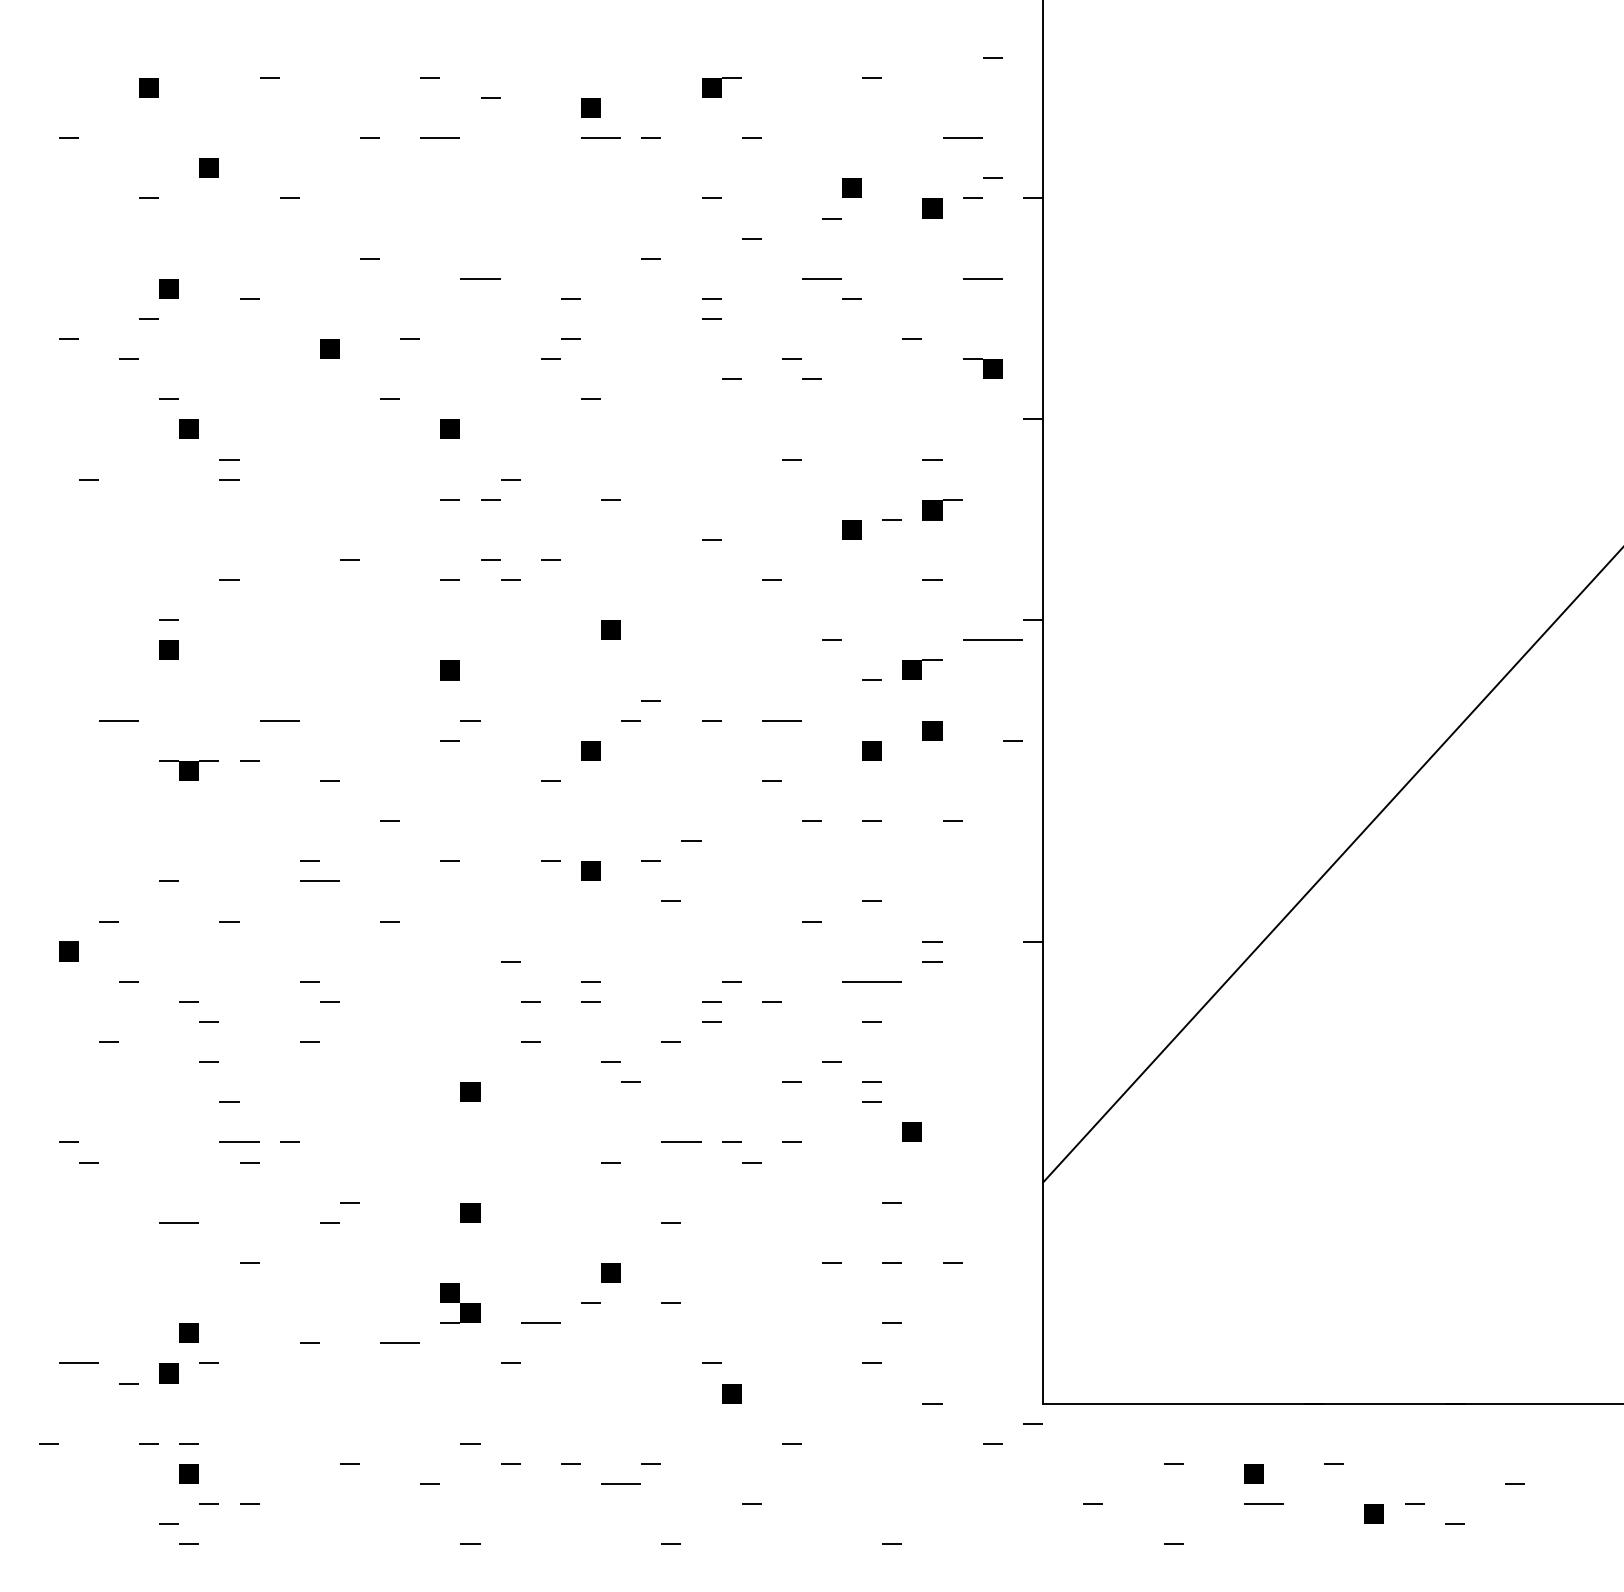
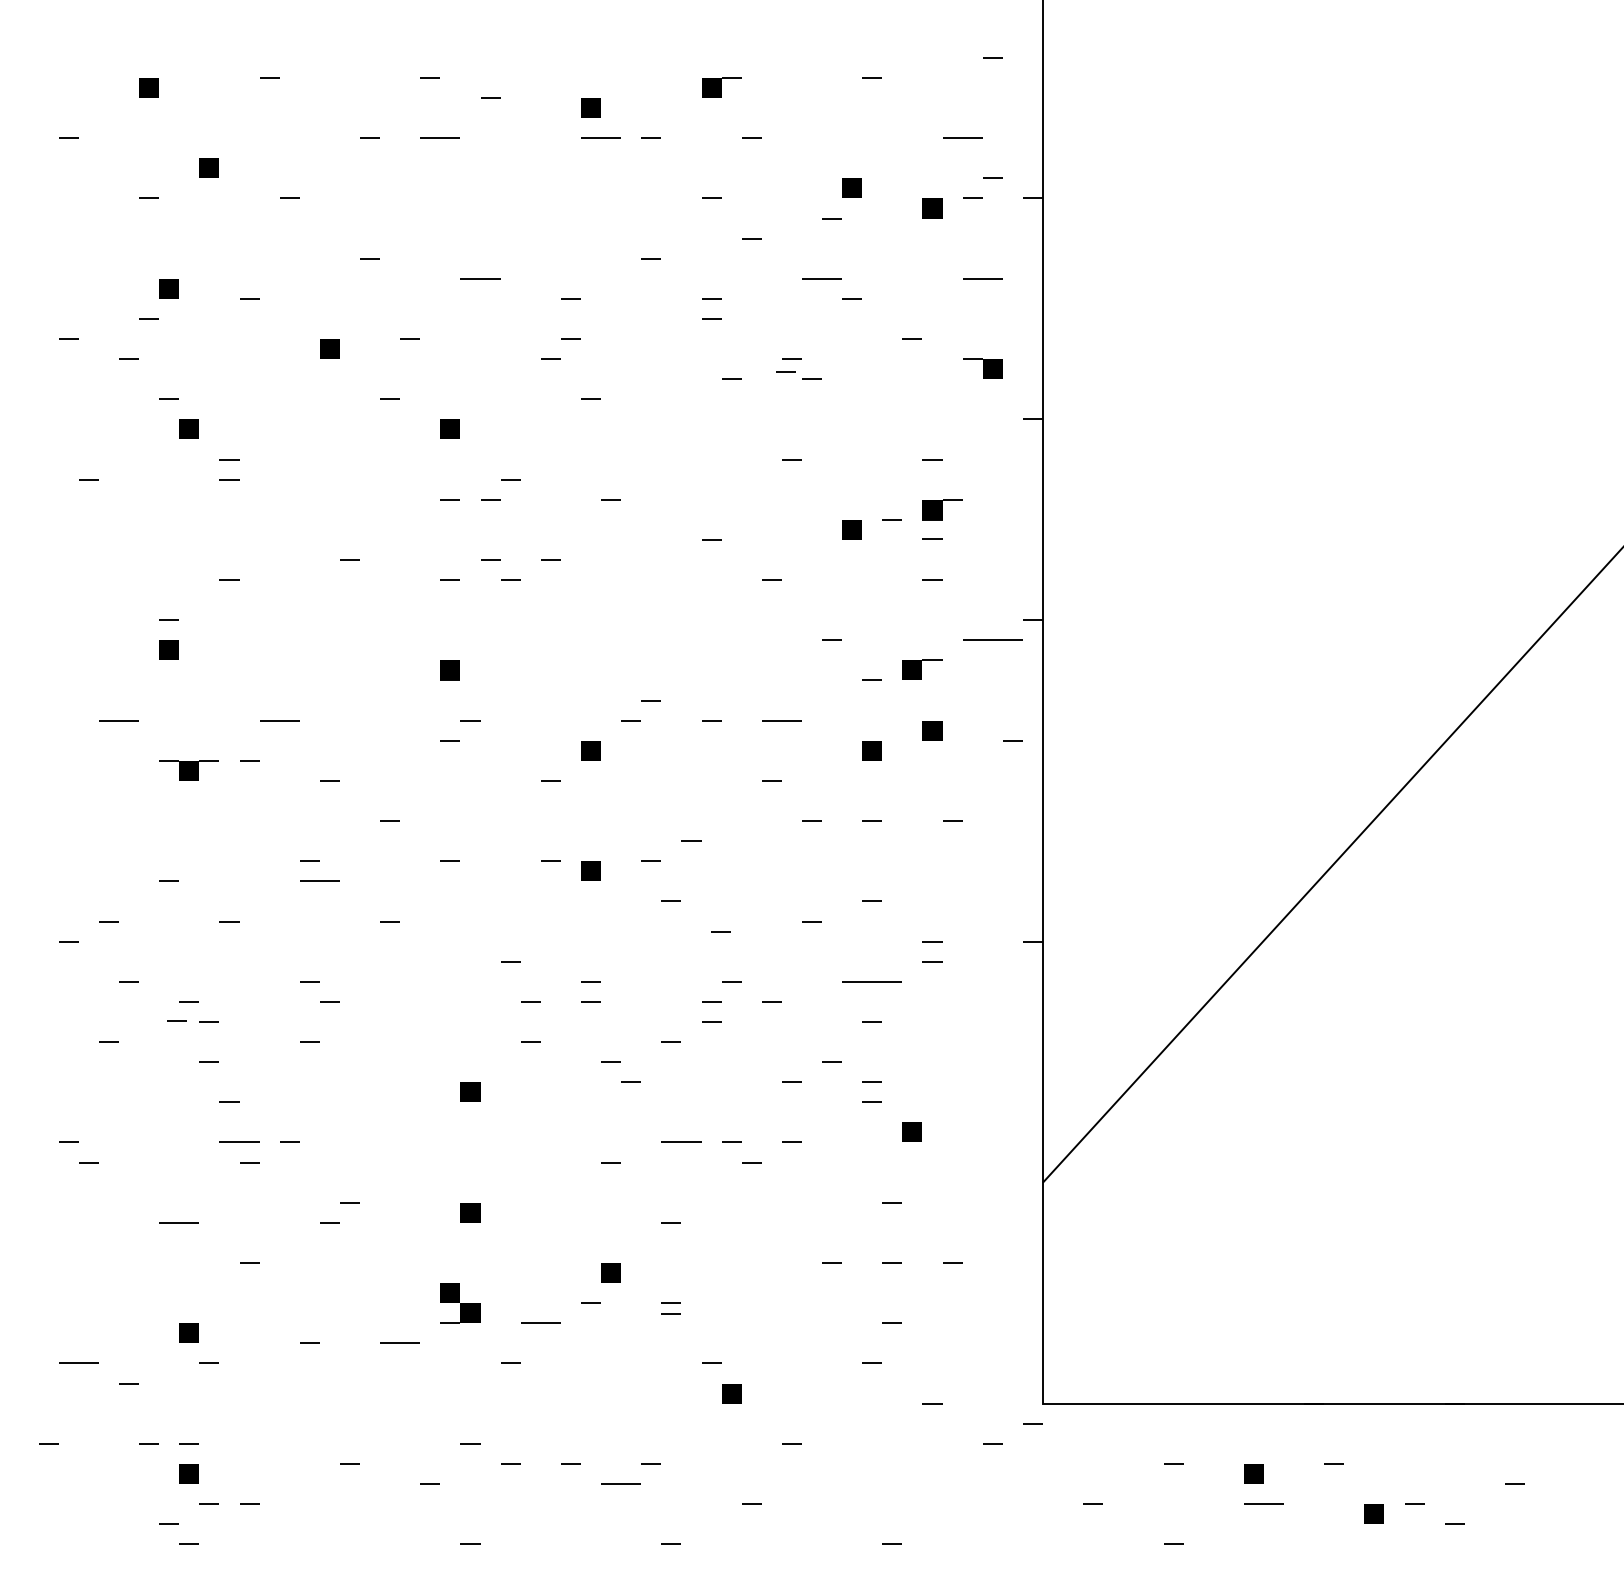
line at (785, 371): none -> present
line at (932, 538): none -> present
fill at (611, 630): present -> none
line at (720, 931): none -> present
fill at (68, 951): present -> none
line at (176, 1020): none -> present
line at (670, 1313): none -> present
fill at (169, 1373): present -> none
